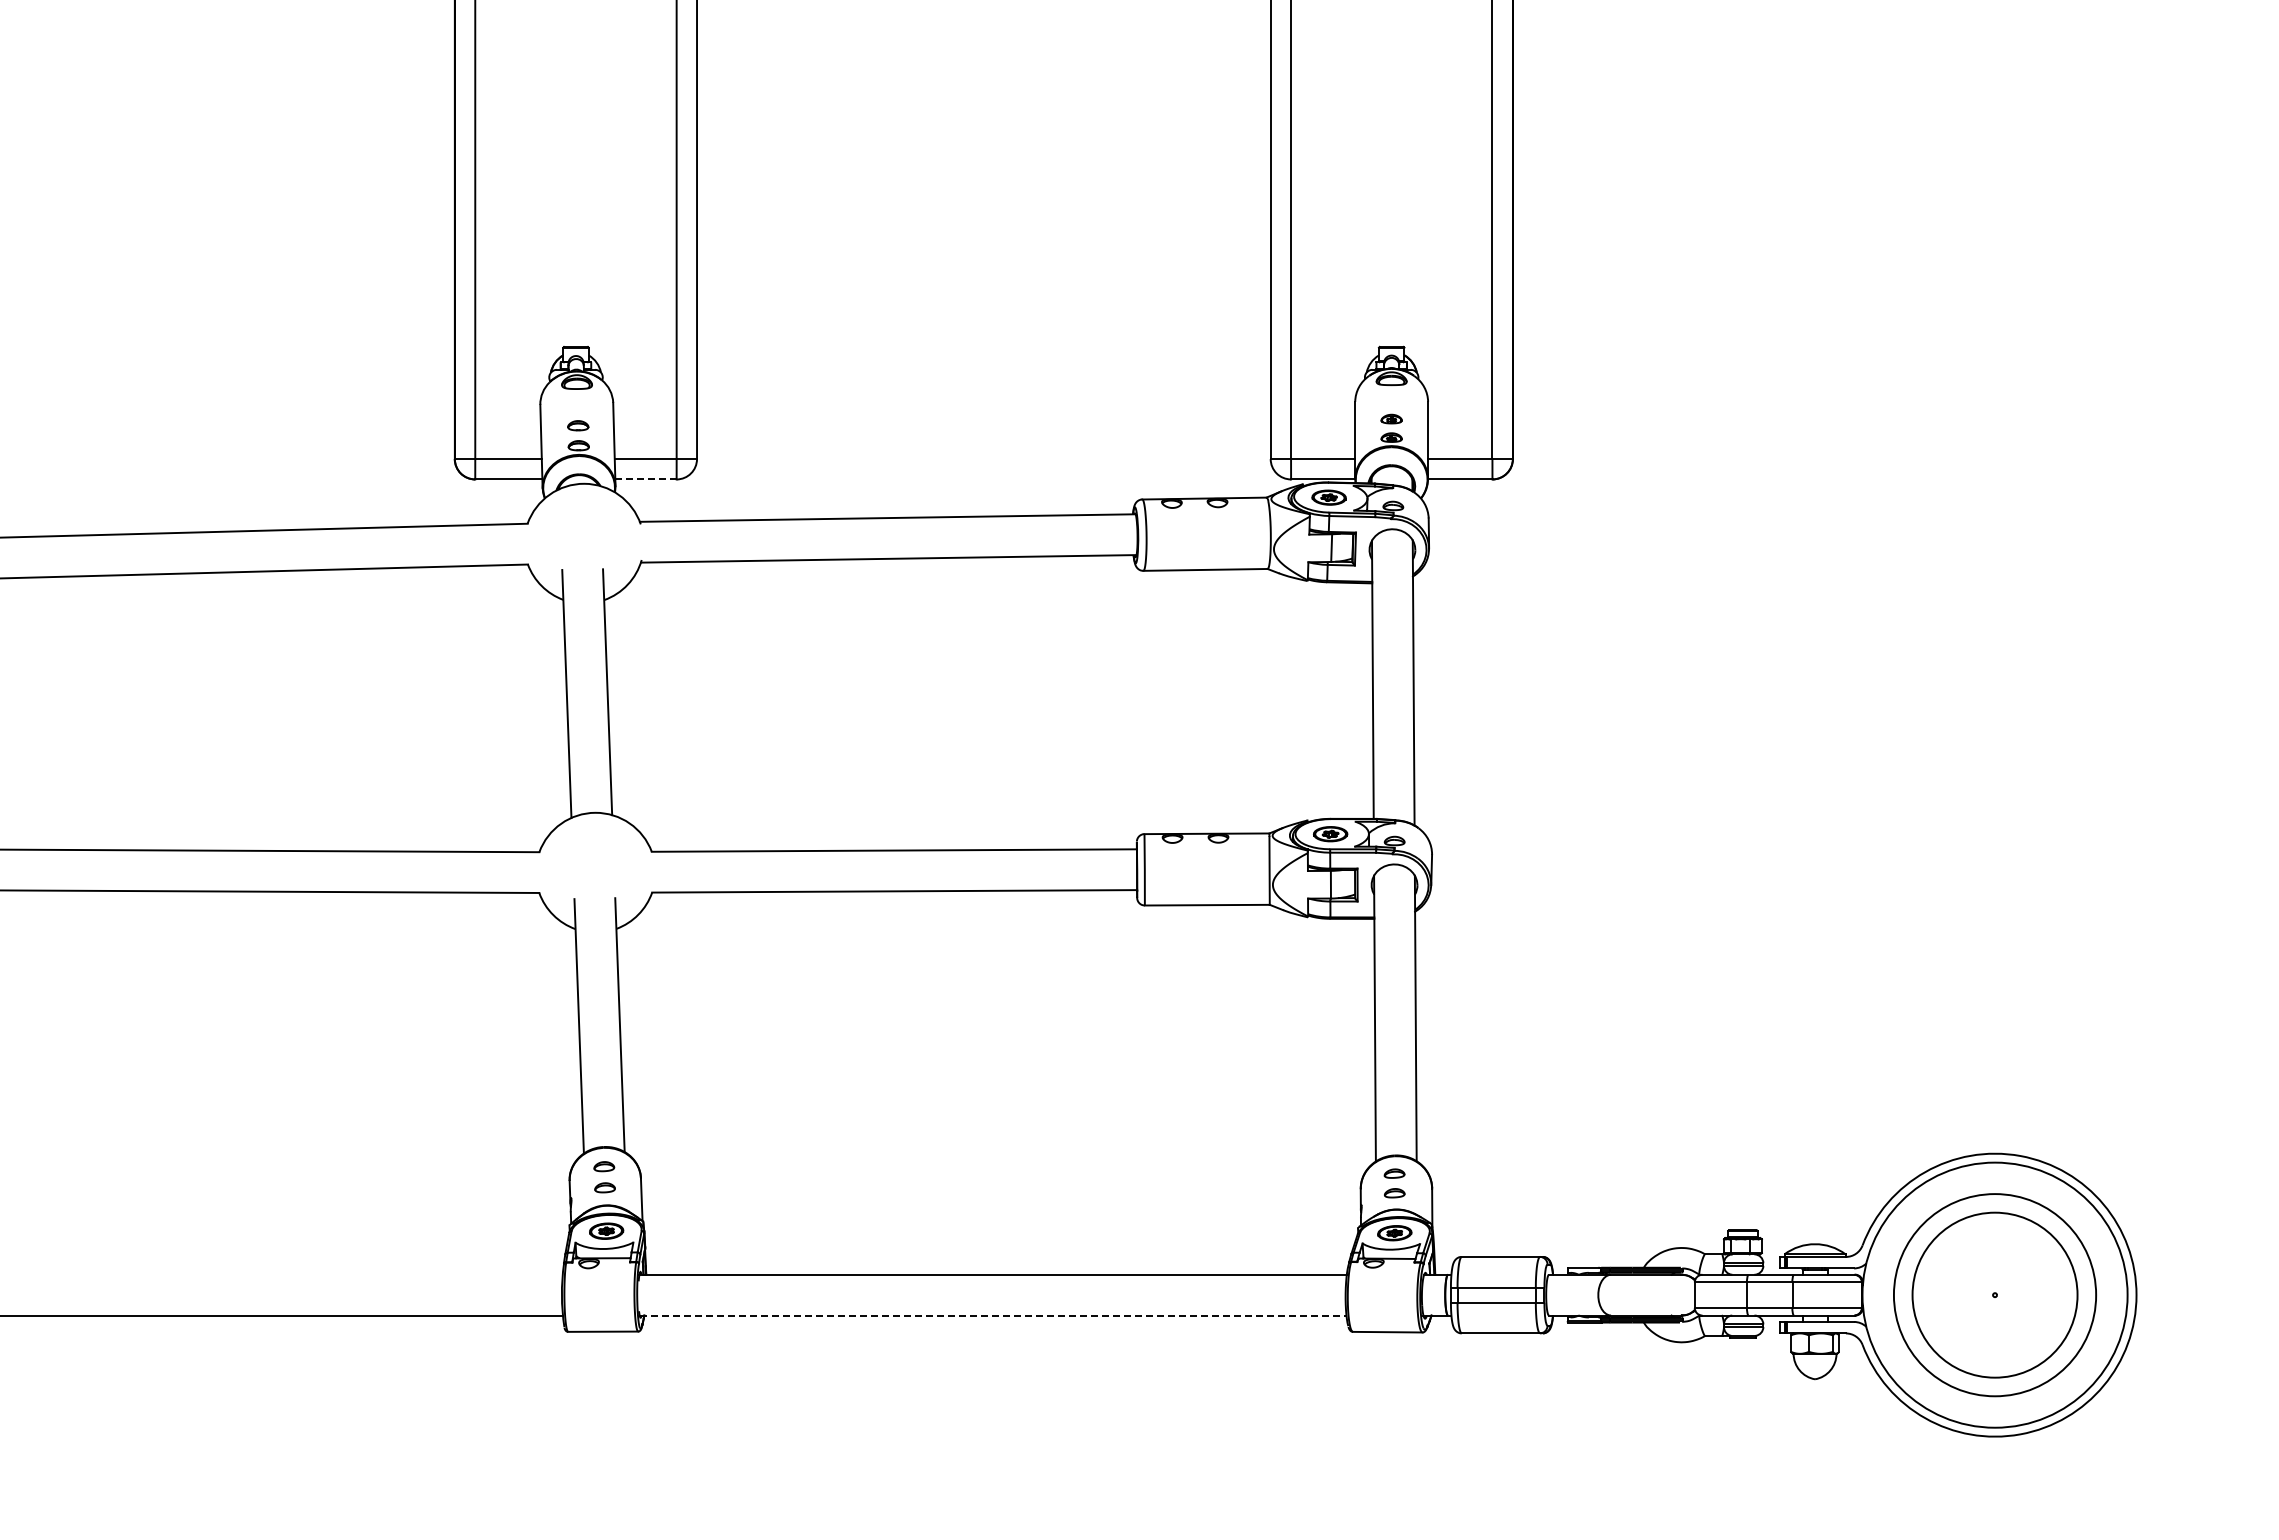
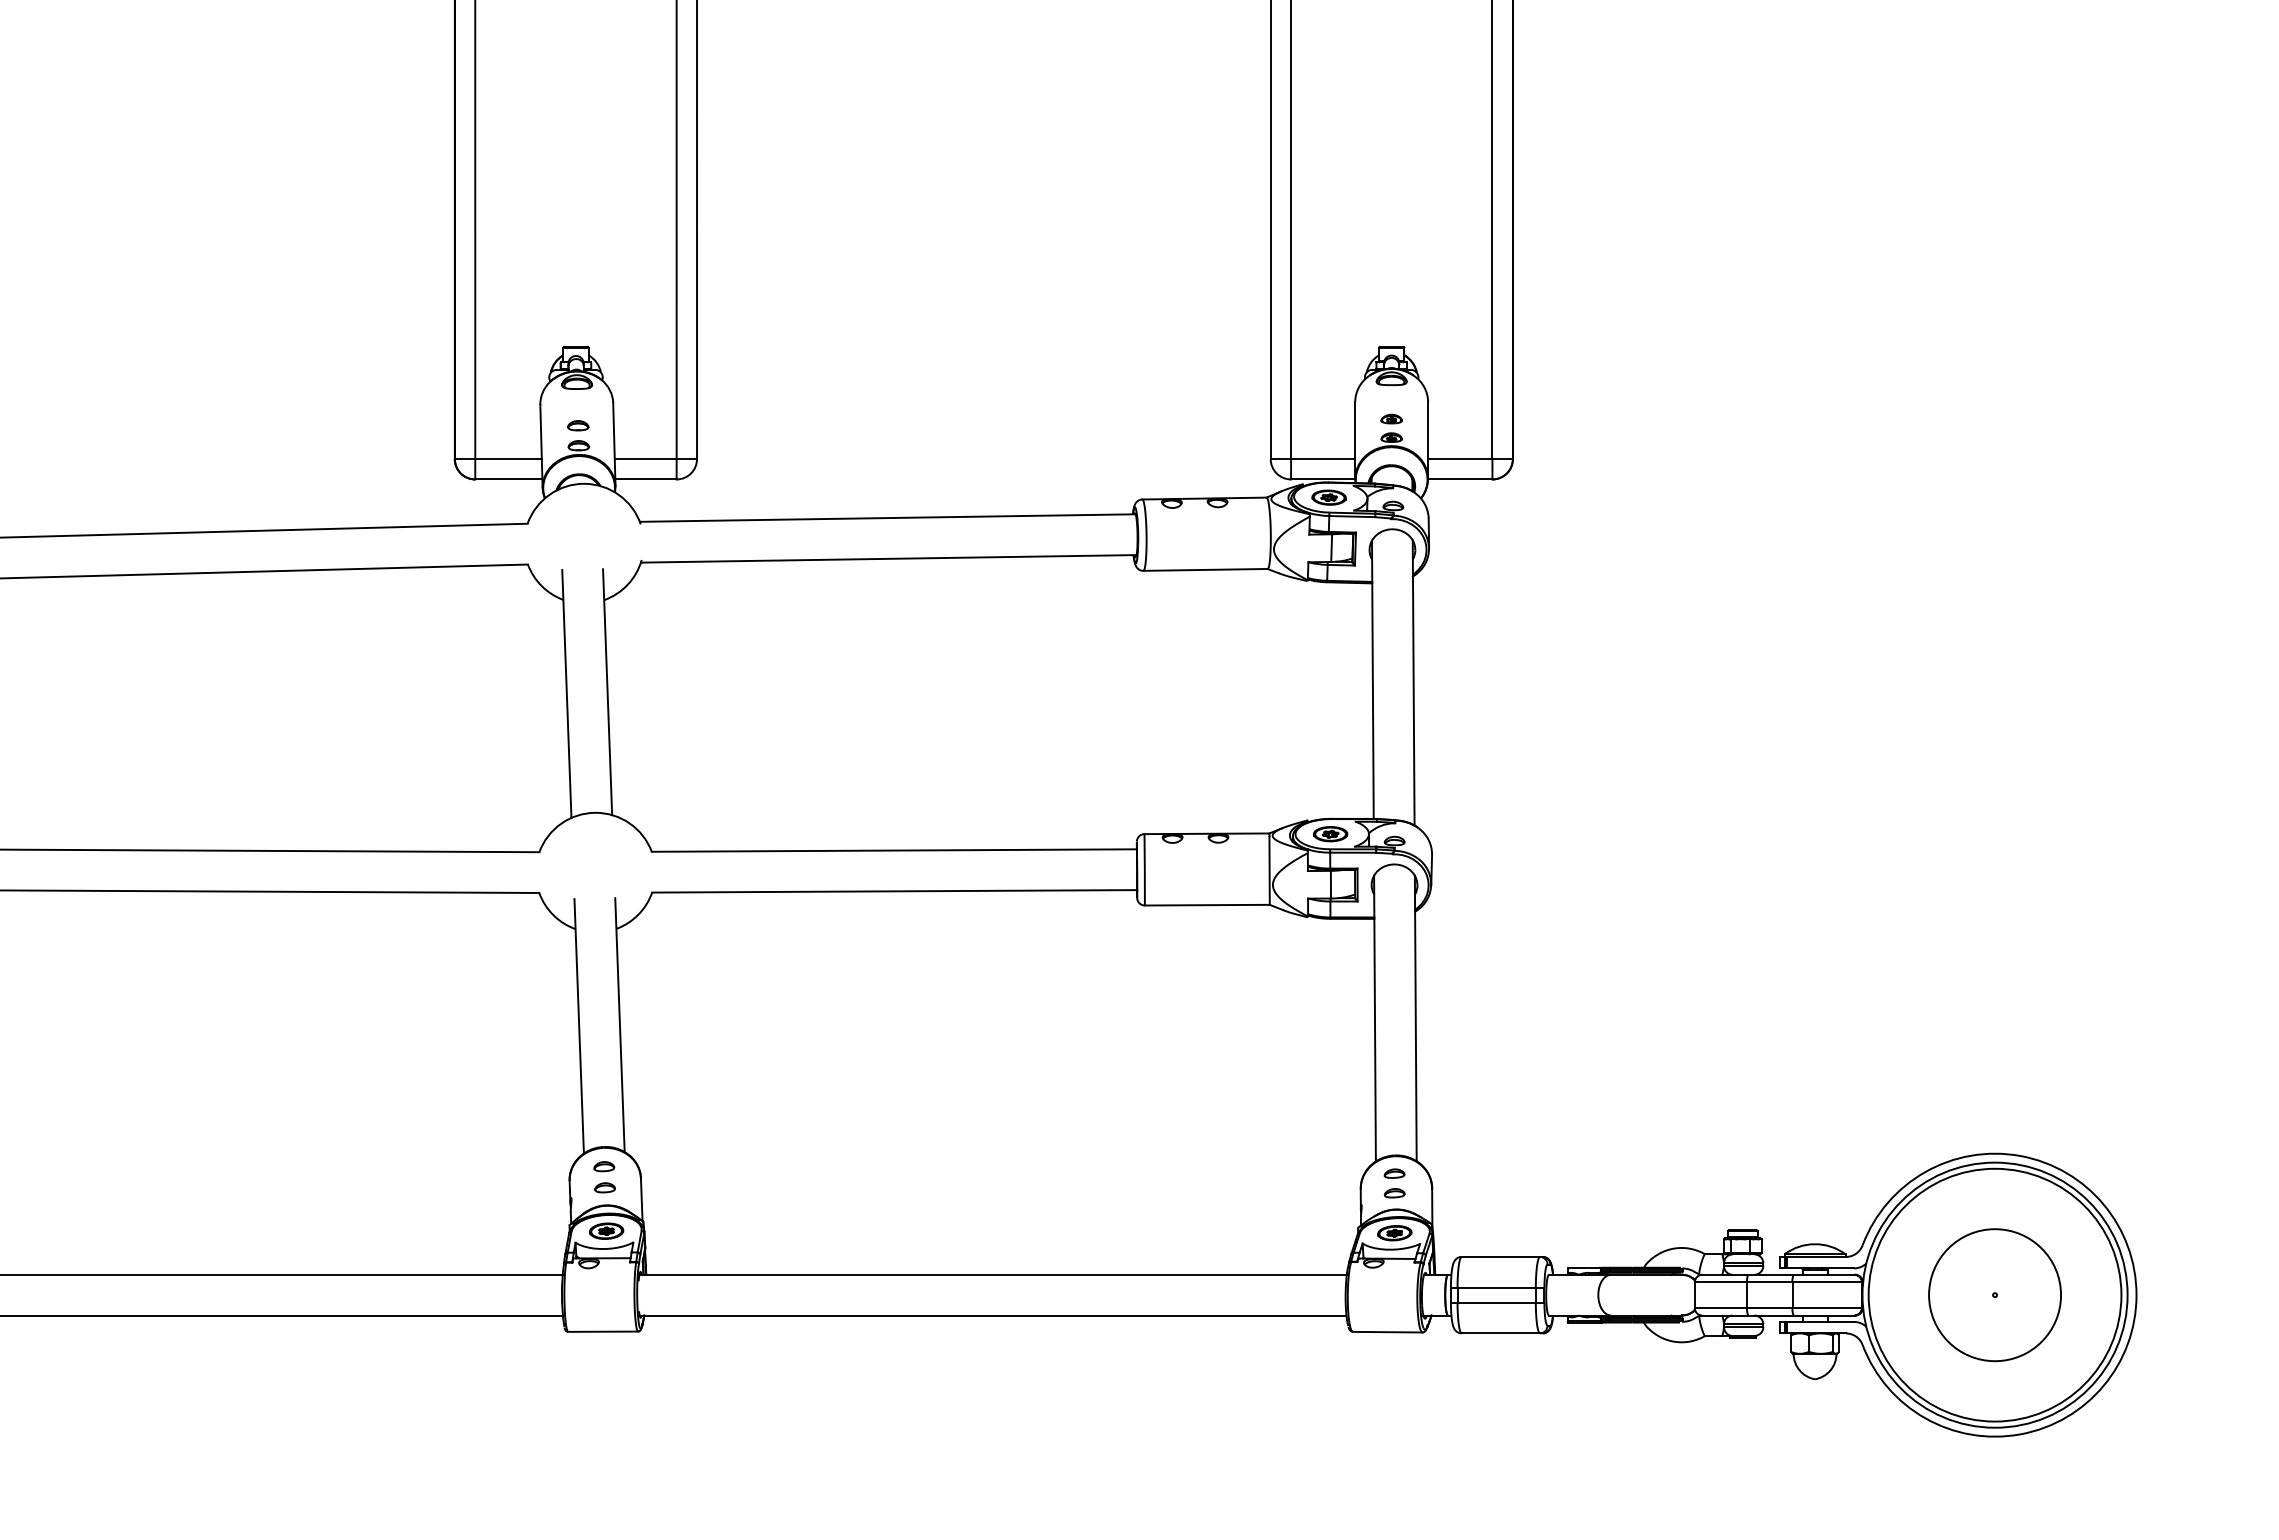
line at (645, 479): dashed -> solid
line at (282, 1274): none -> present
circle at (1994, 1294) diameter: 165 px -> 132 px
circle at (1994, 1295) diameter: 202 px -> 253 px
line at (993, 1315): dashed -> solid
